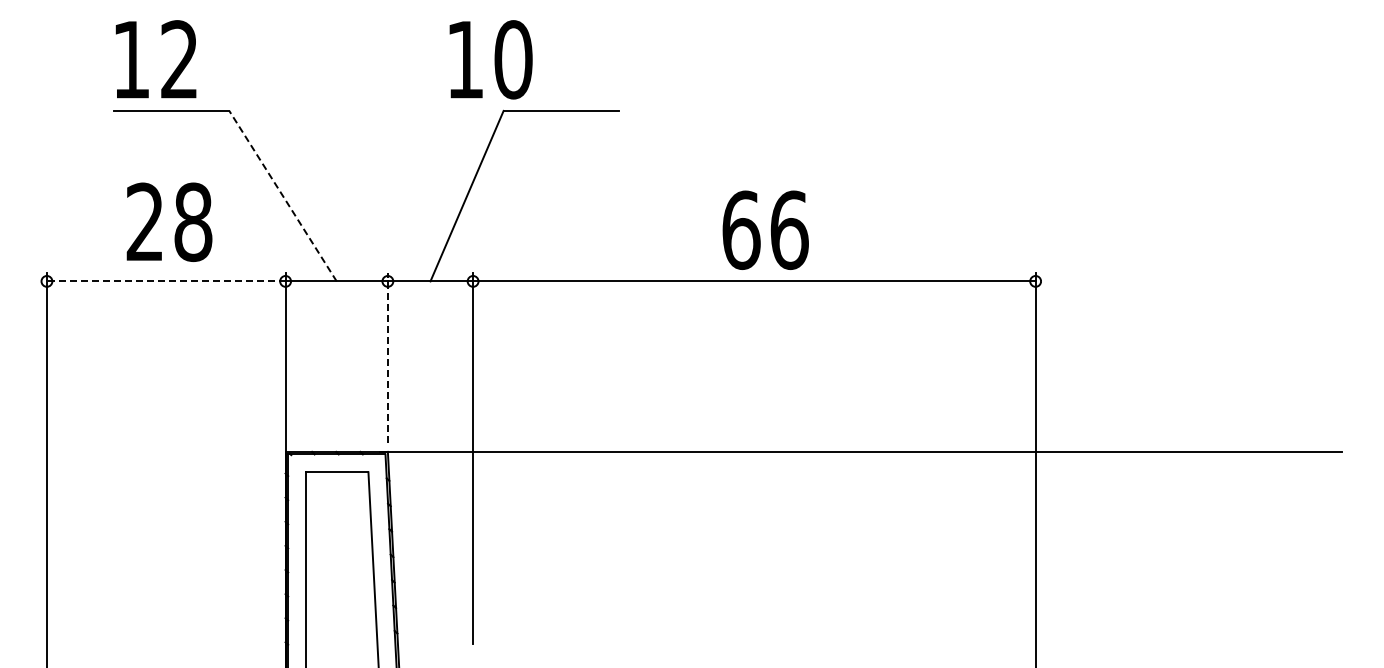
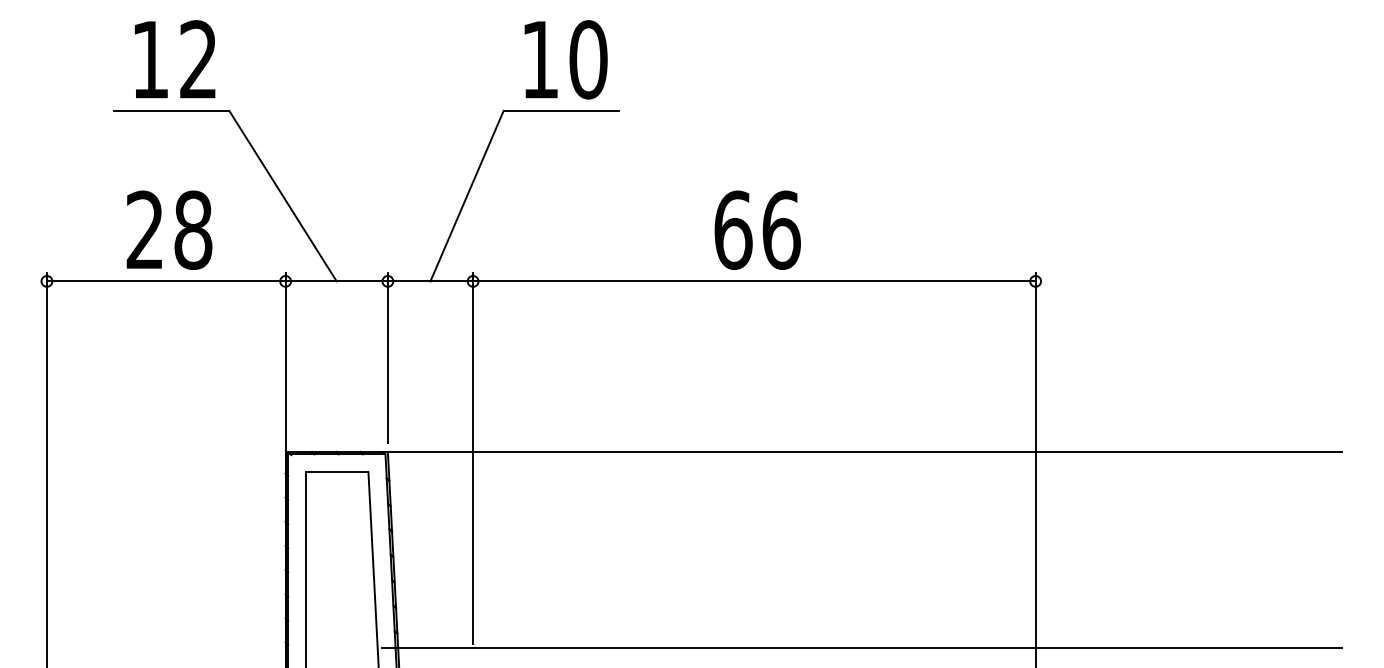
text at (155, 59) position: (155, 59) -> (174, 59)
text at (490, 59) position: (490, 59) -> (565, 59)
line at (283, 196): dashed -> solid
text at (169, 221) position: (169, 221) -> (169, 229)
text at (765, 229) position: (765, 229) -> (757, 229)
line at (165, 281): dashed -> solid
line at (387, 357): dashed -> solid
line at (862, 647): none -> present
